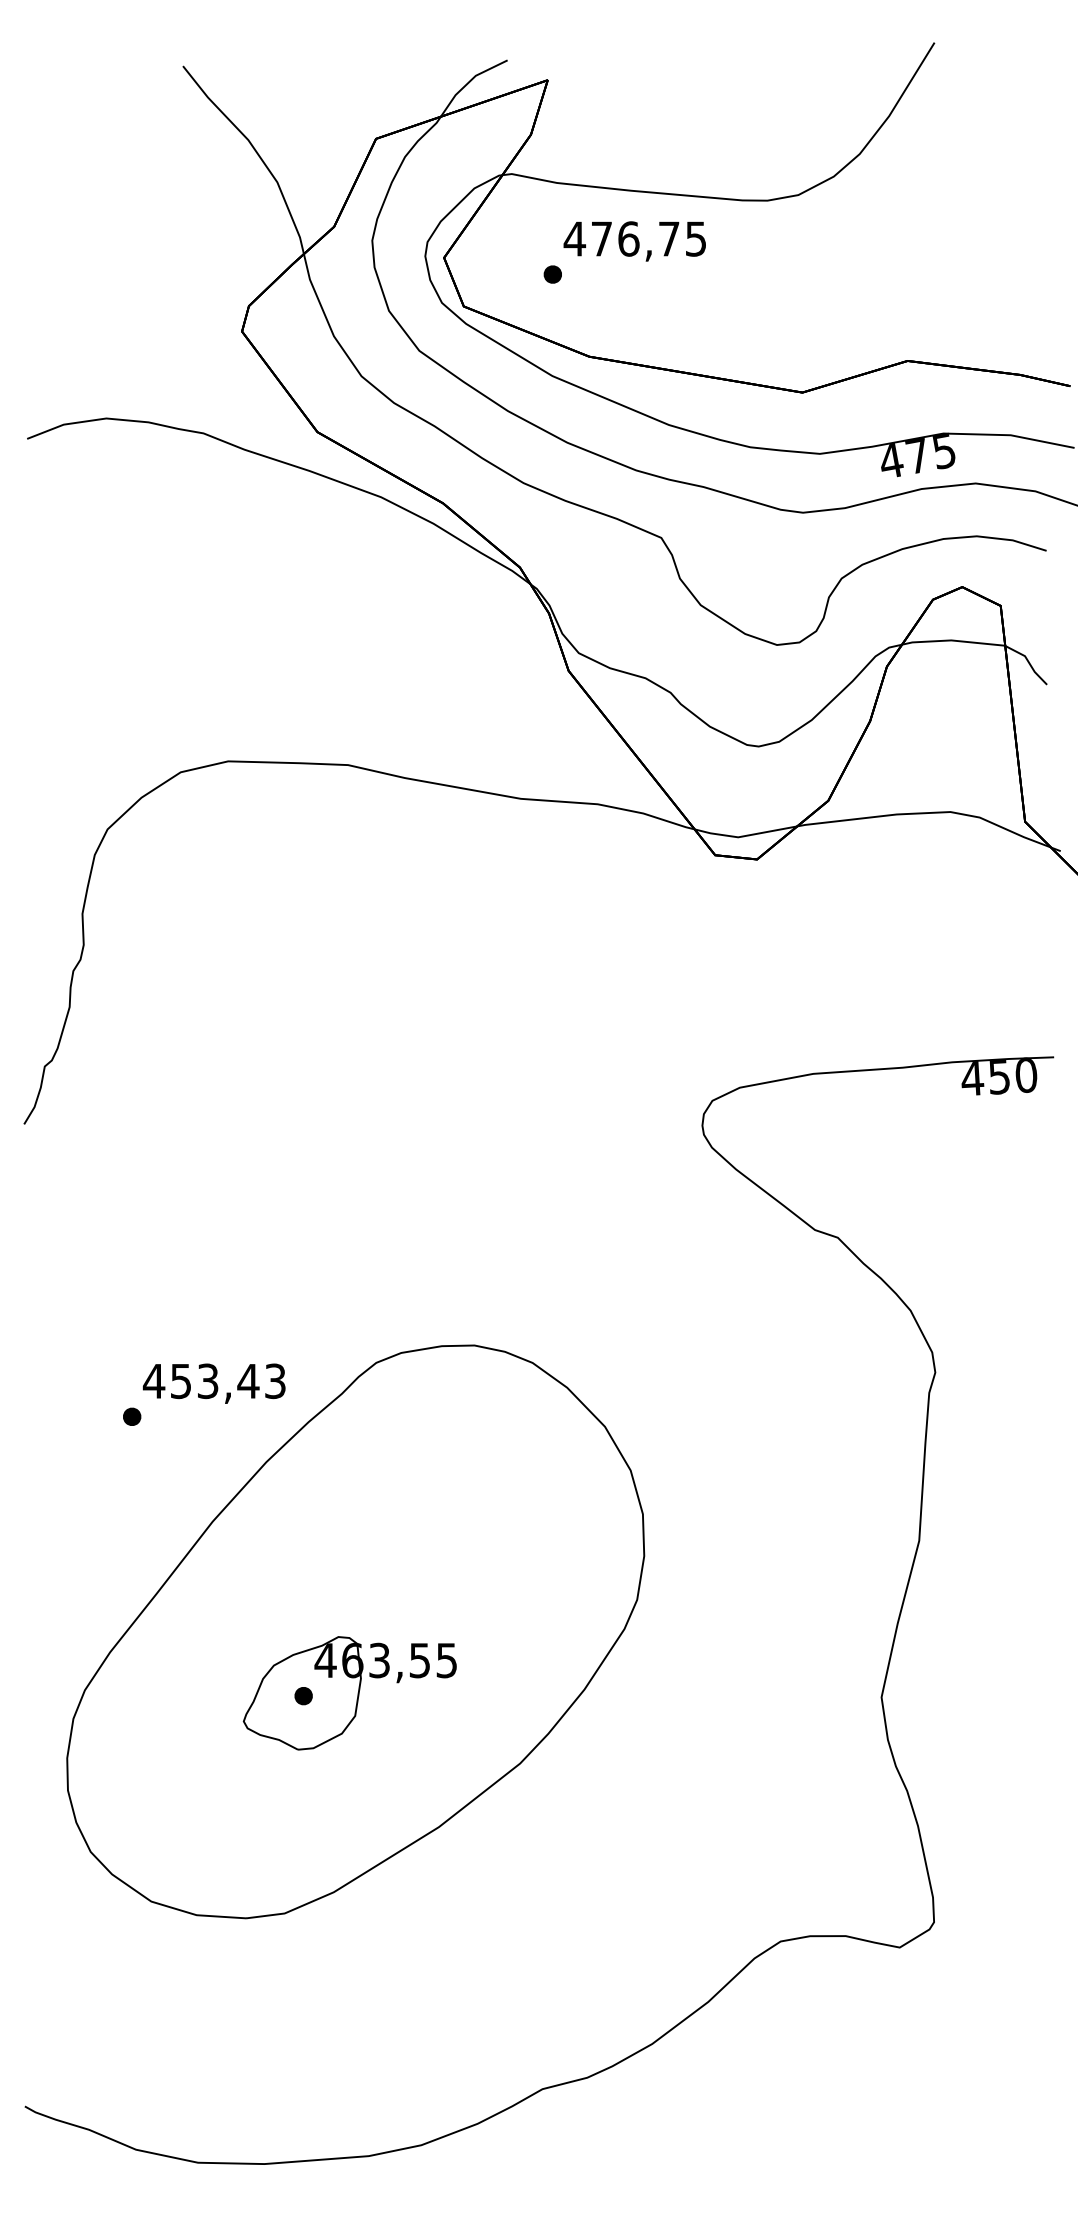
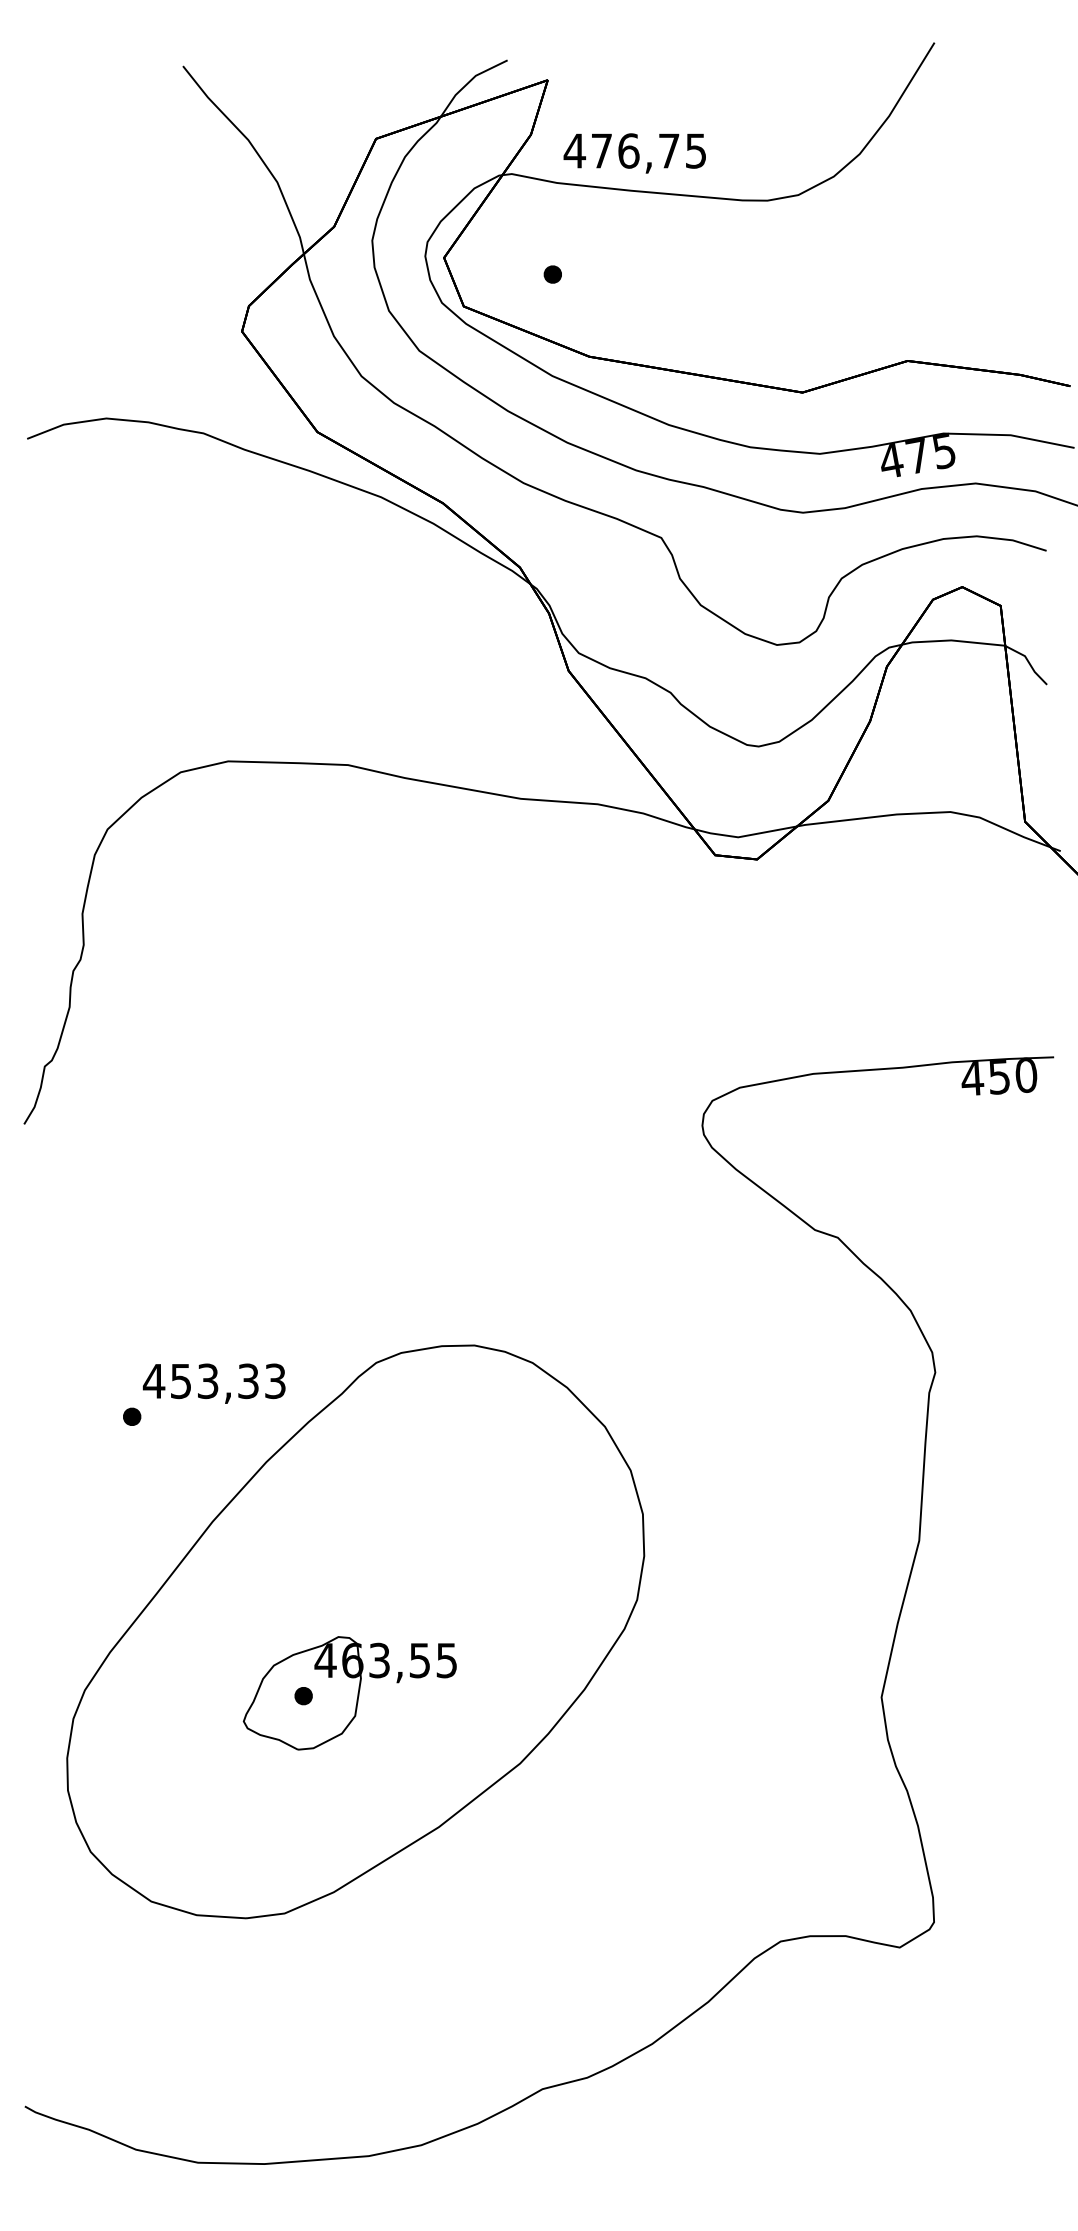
text at (634, 241) position: (634, 241) -> (634, 153)
text at (248, 1381): 453,43 -> 453,33
